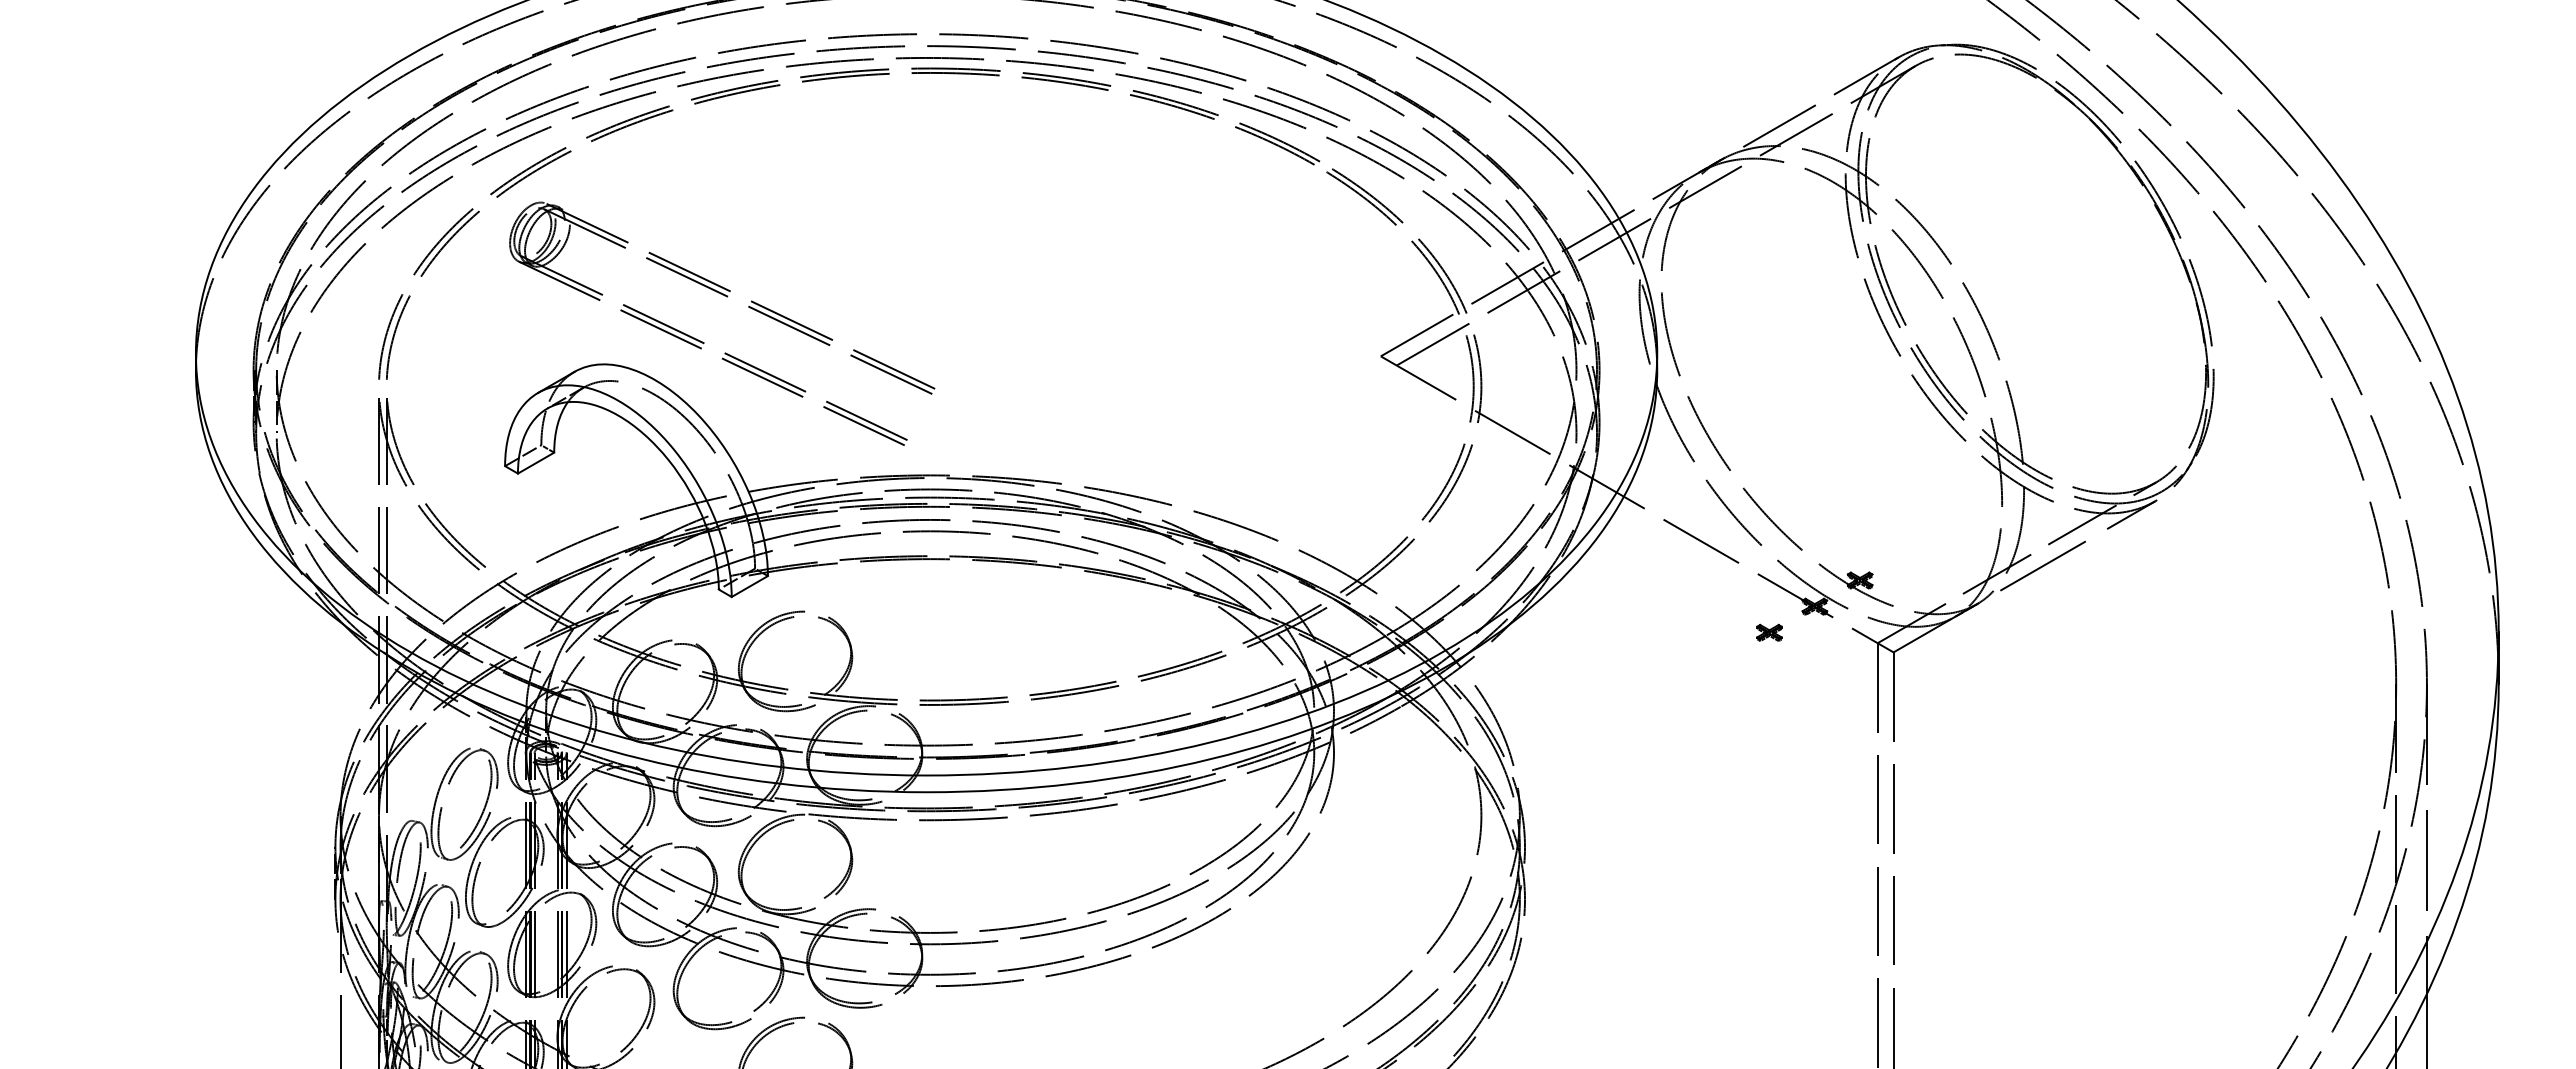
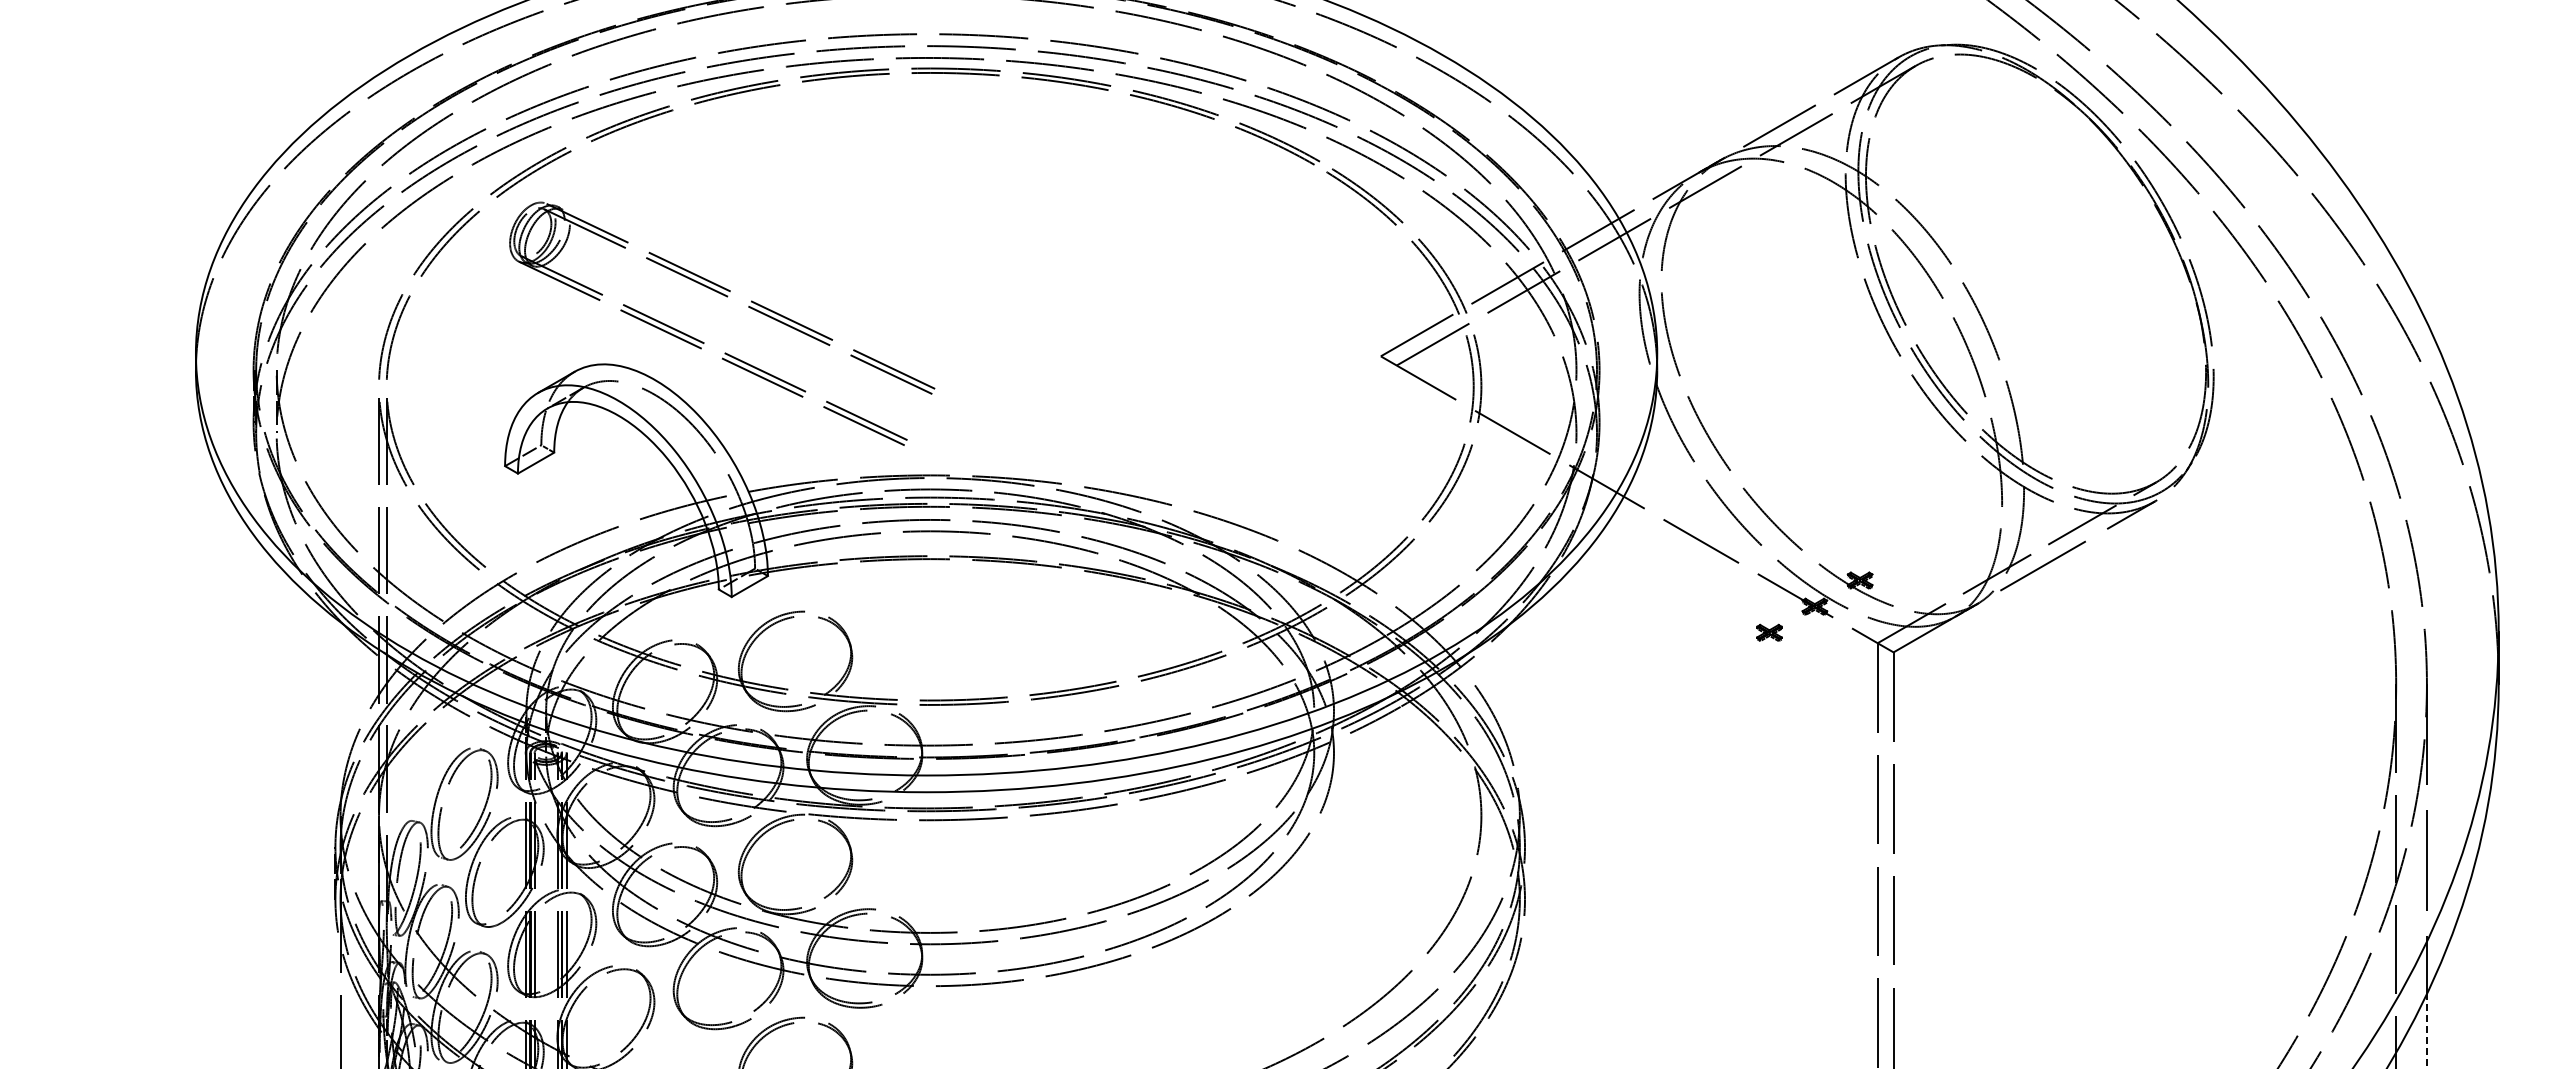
line at (2426, 1030): solid -> dashed
